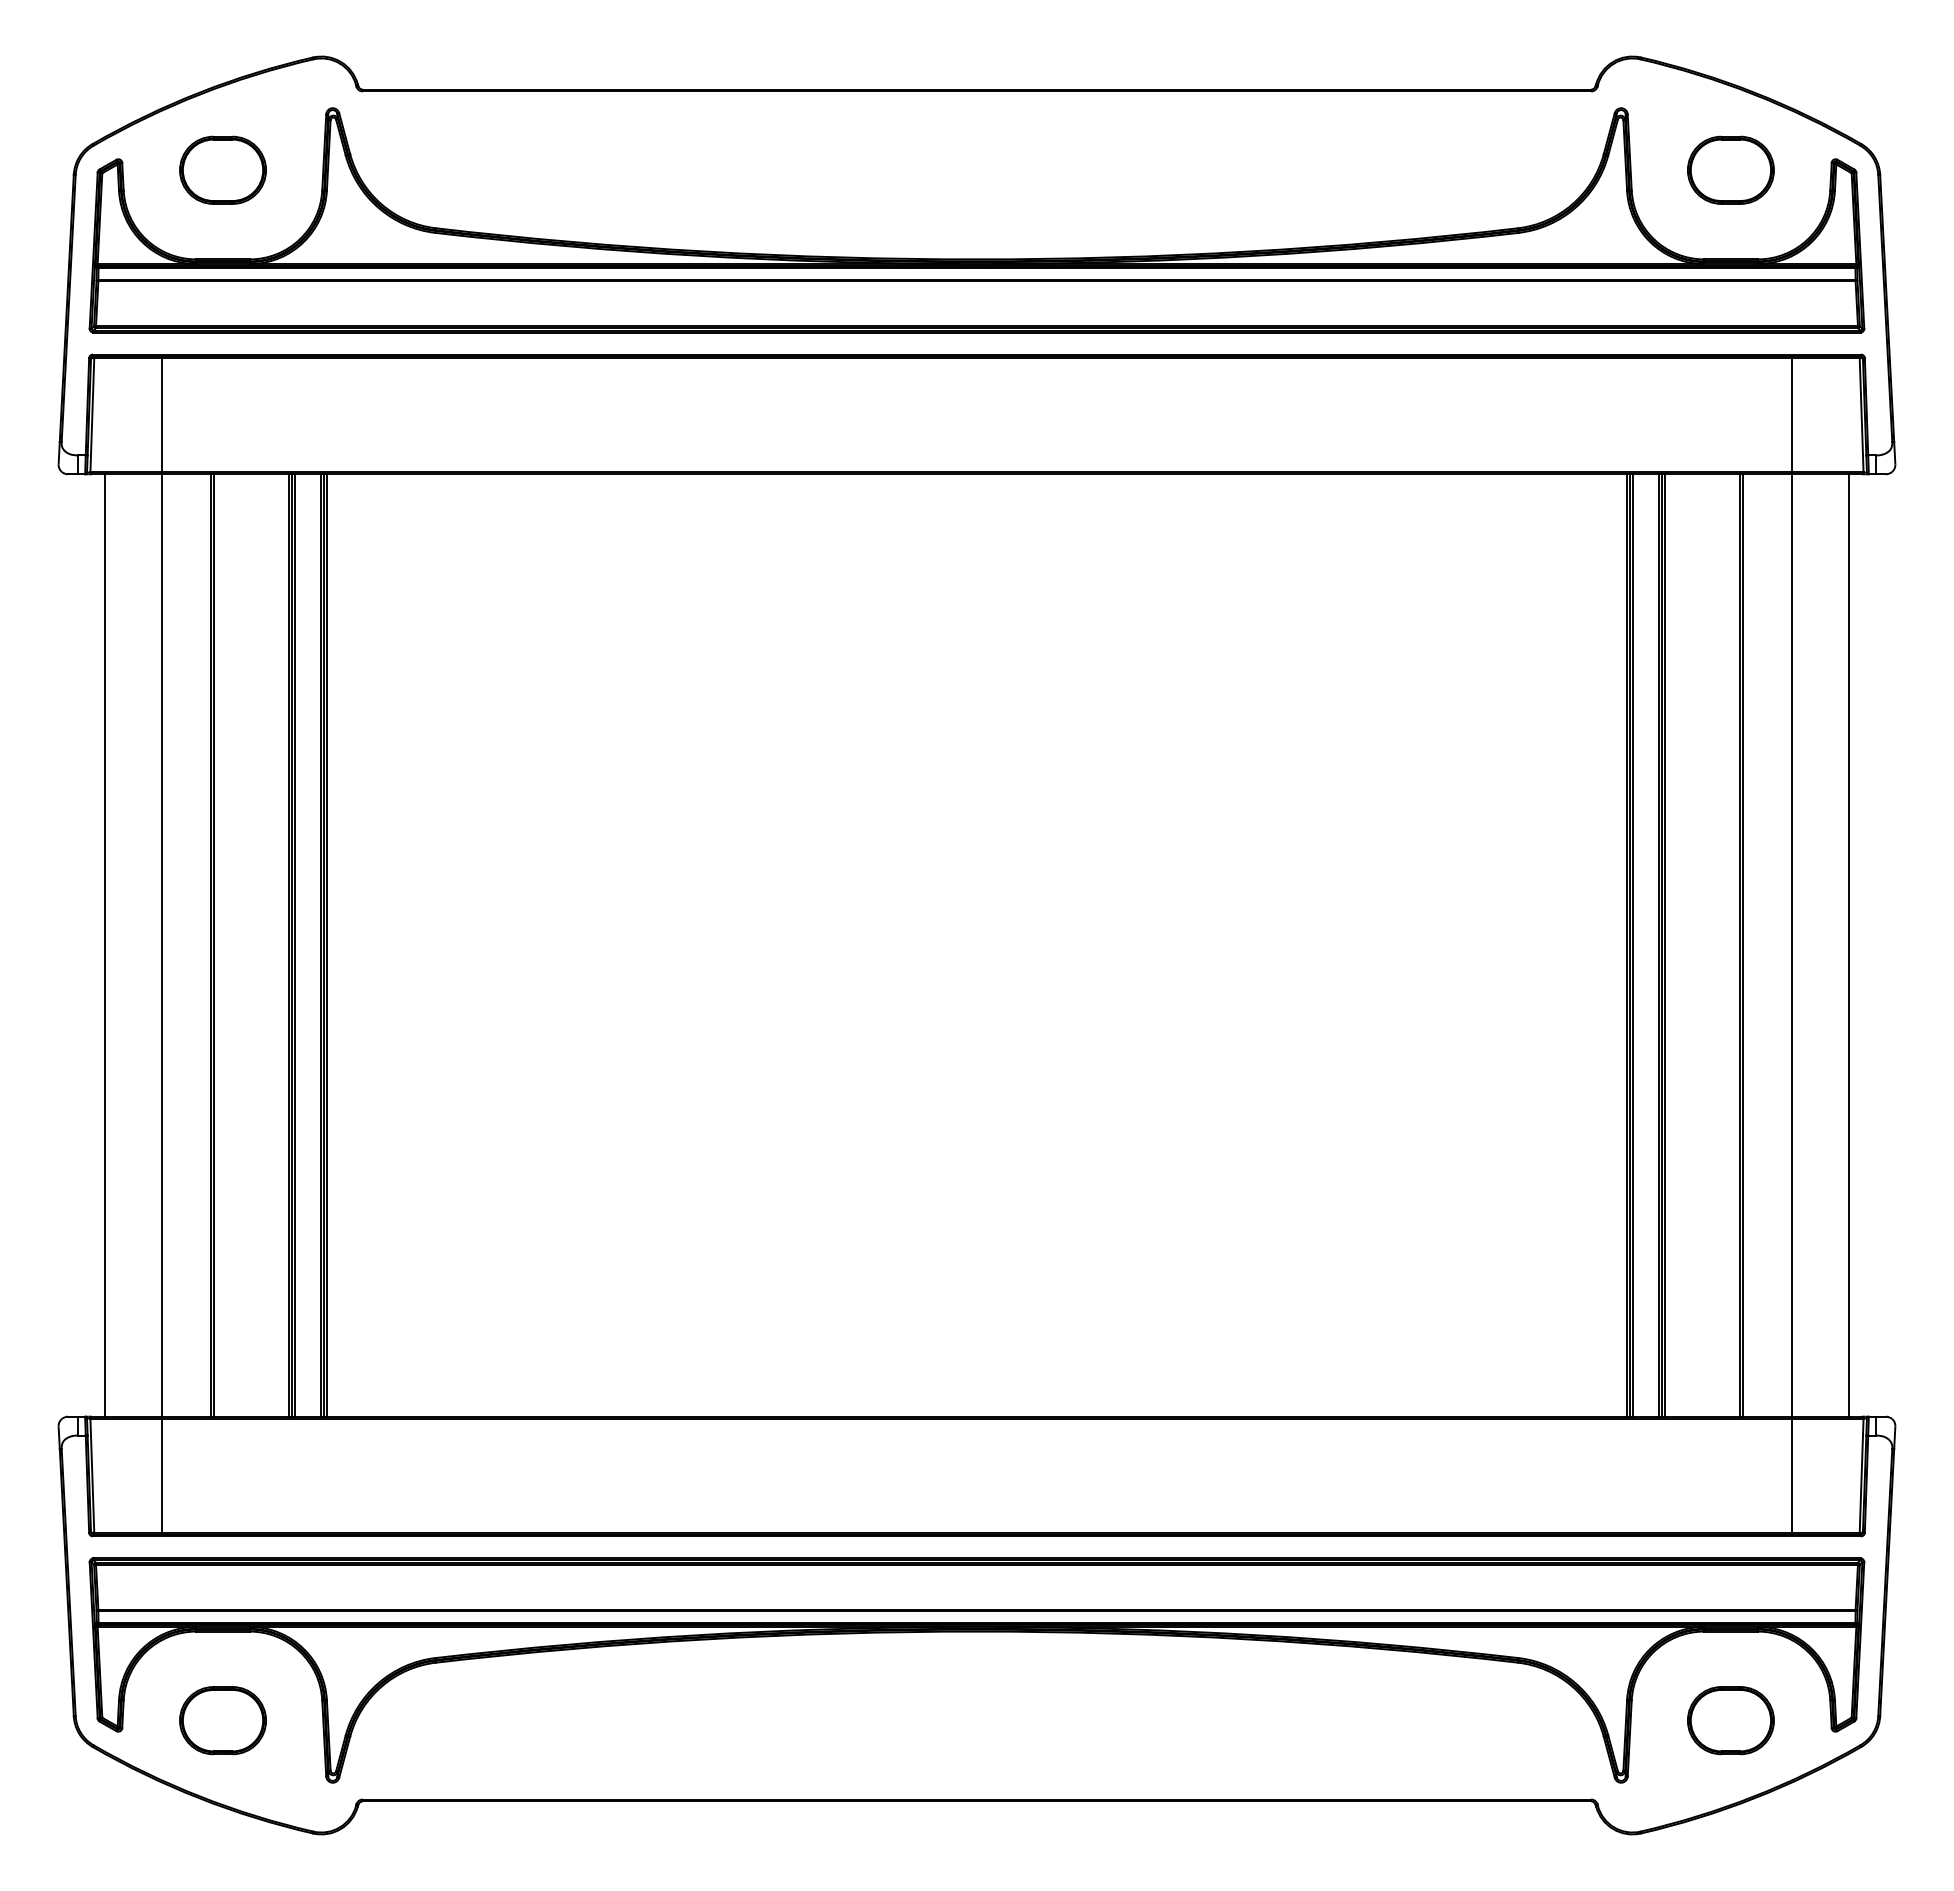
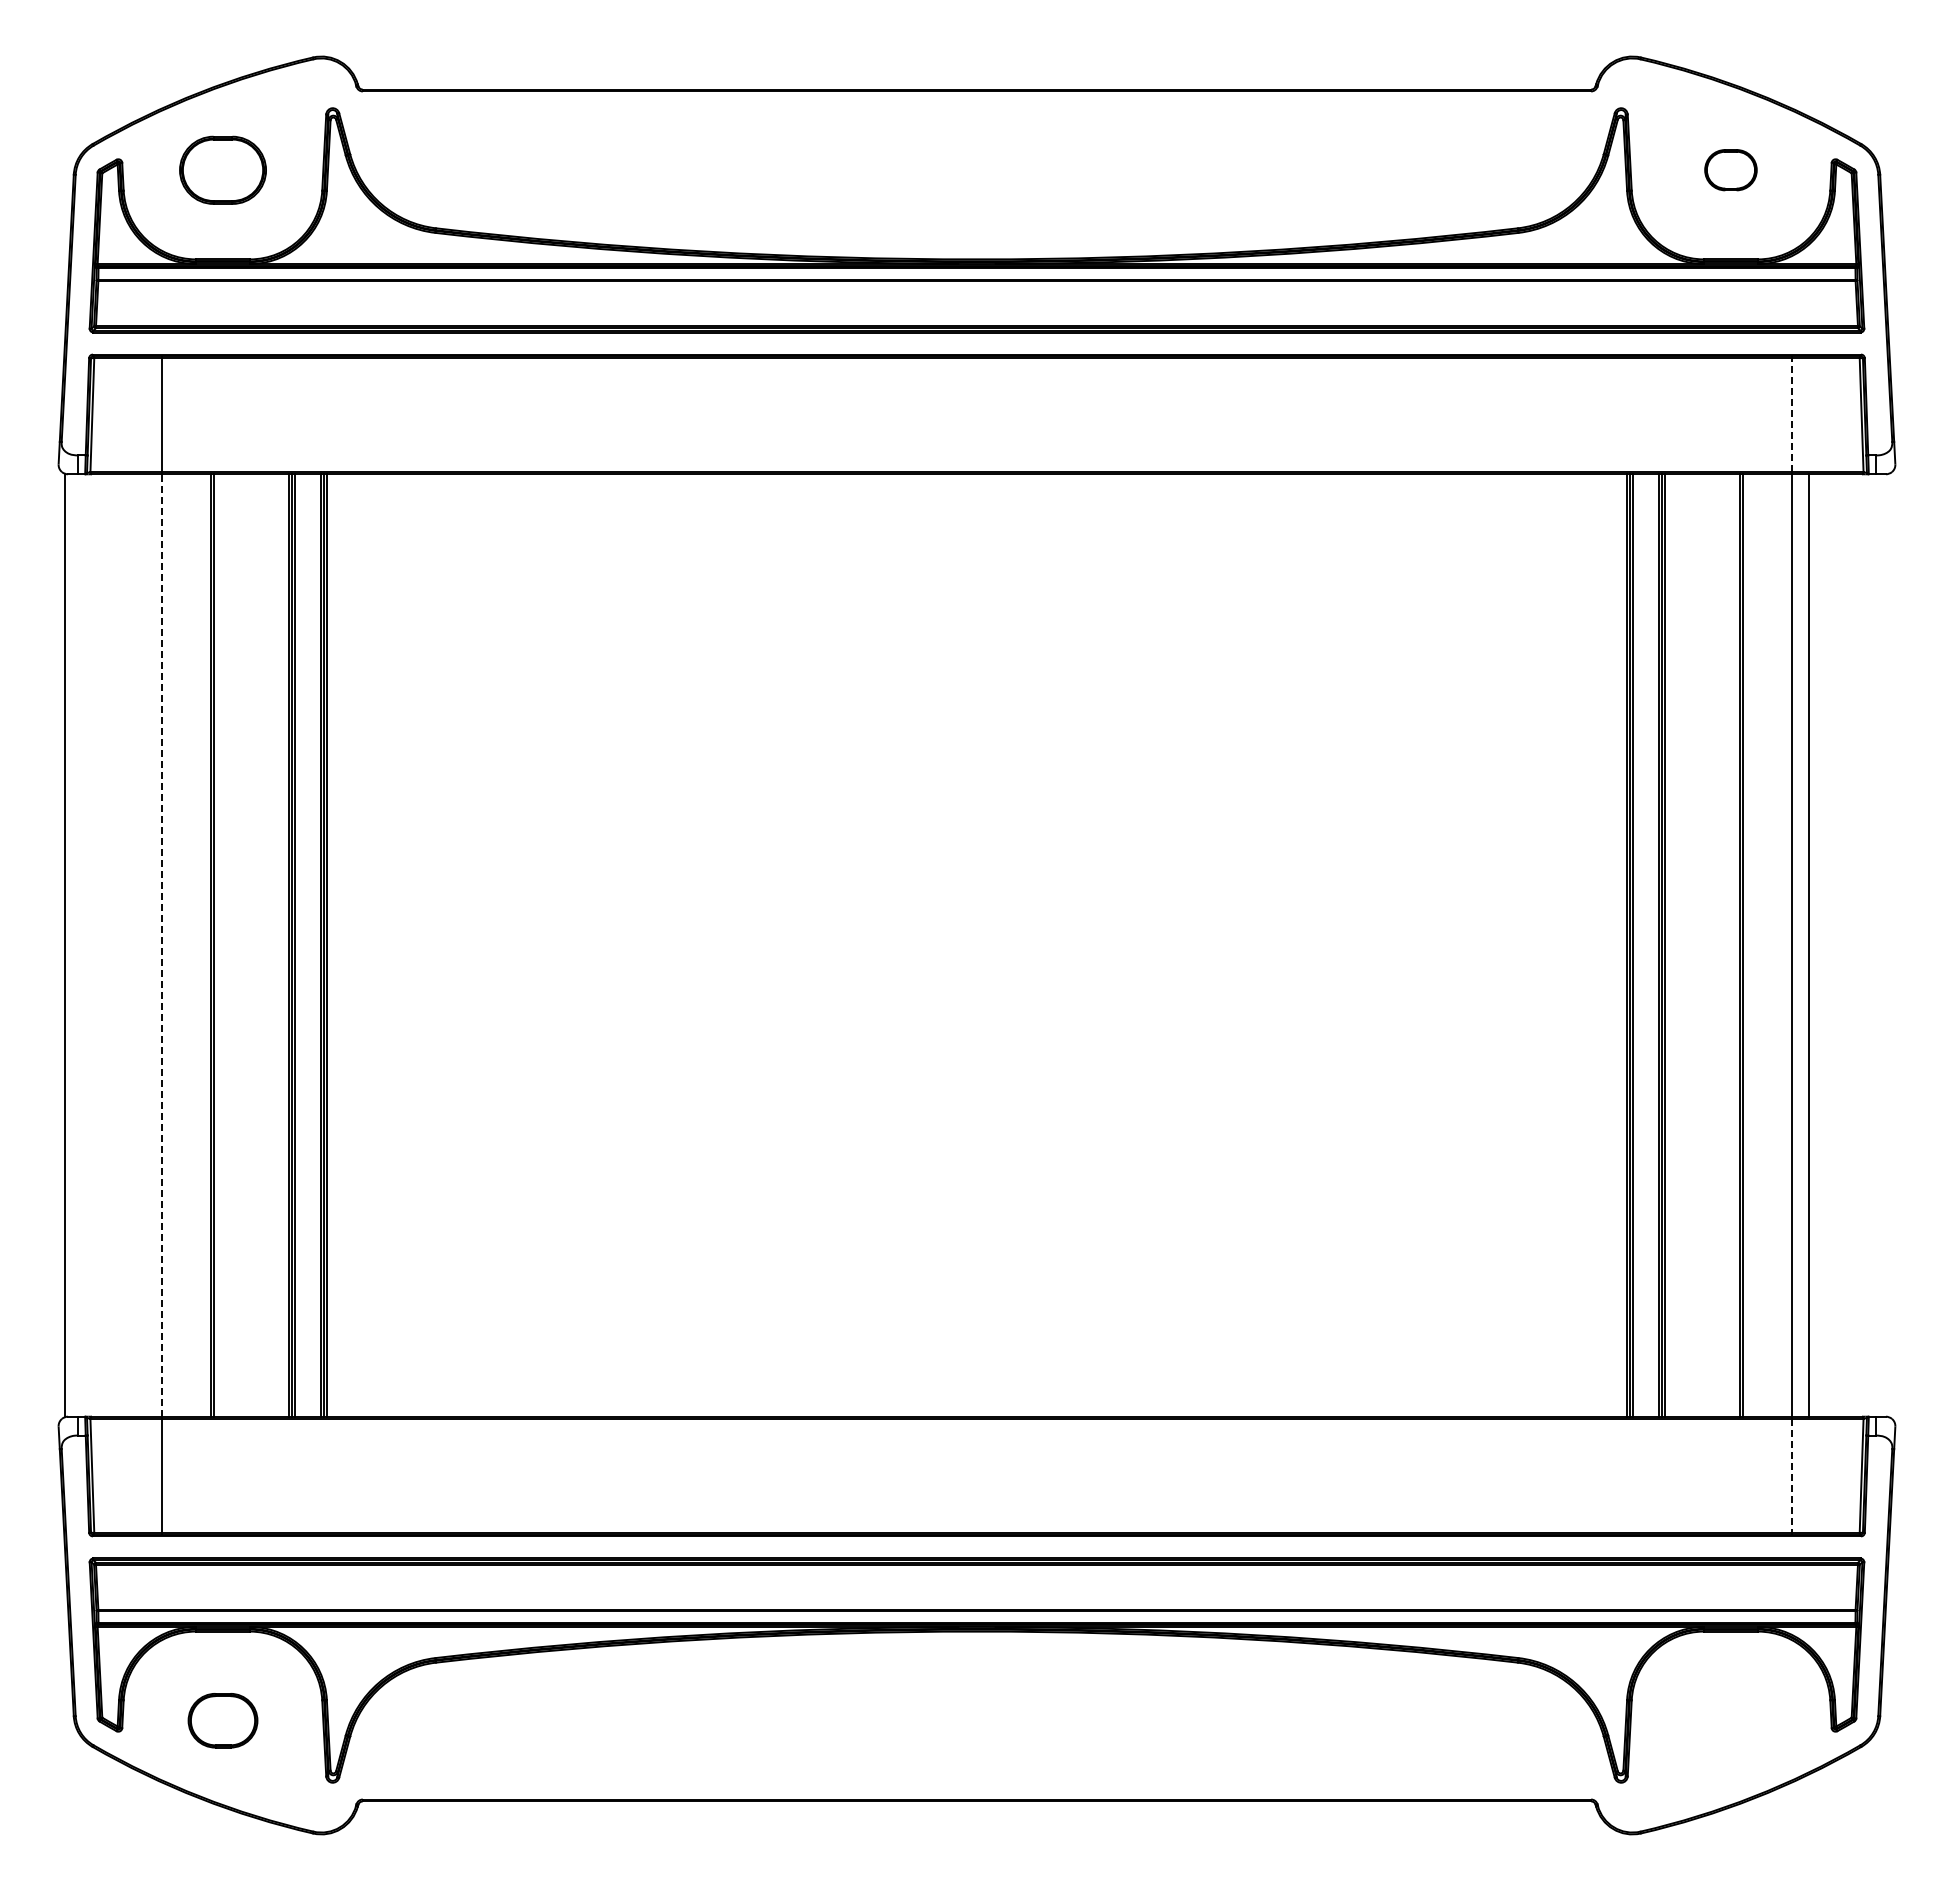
part at (1730, 169) size: 88x70 px -> 54x43 px
line at (1792, 414): solid -> dashed
line at (105, 945) position: (105, 945) -> (65, 945)
line at (161, 945): solid -> dashed
line at (1848, 945) position: (1848, 945) -> (1808, 945)
line at (1792, 1476): solid -> dashed
part at (222, 1720) size: 88x70 px -> 72x56 px
part at (1730, 1720): present -> none
